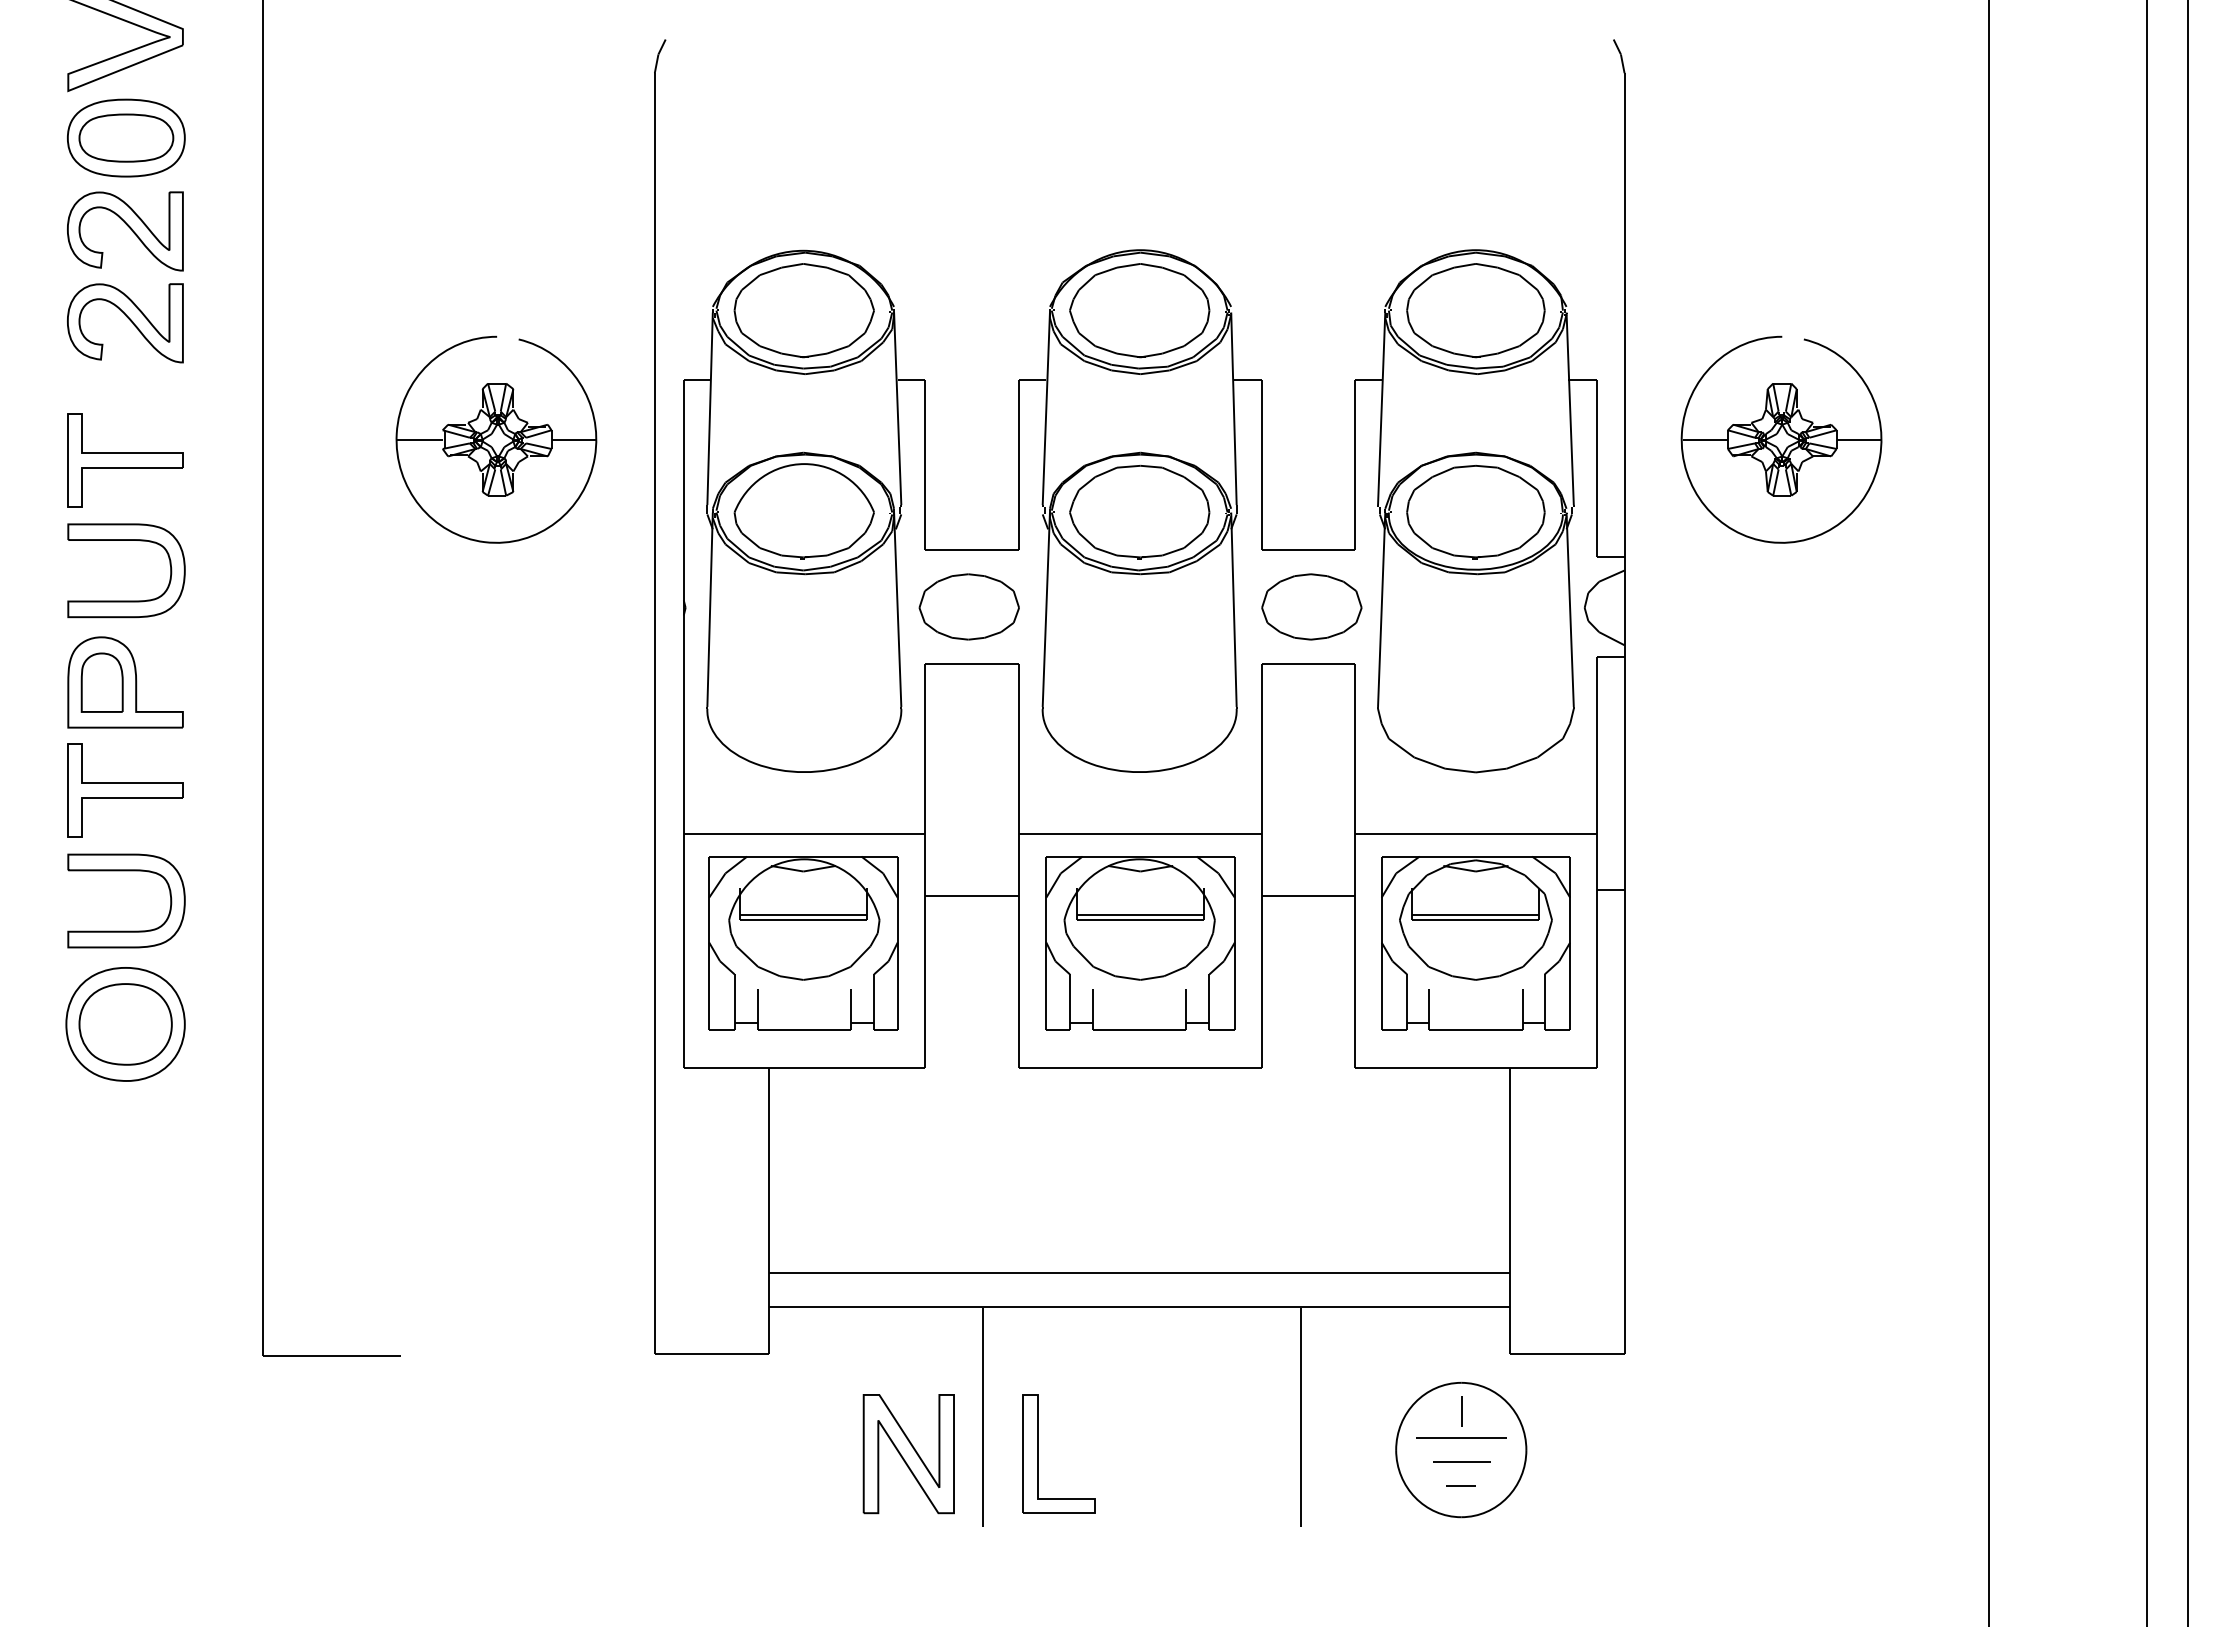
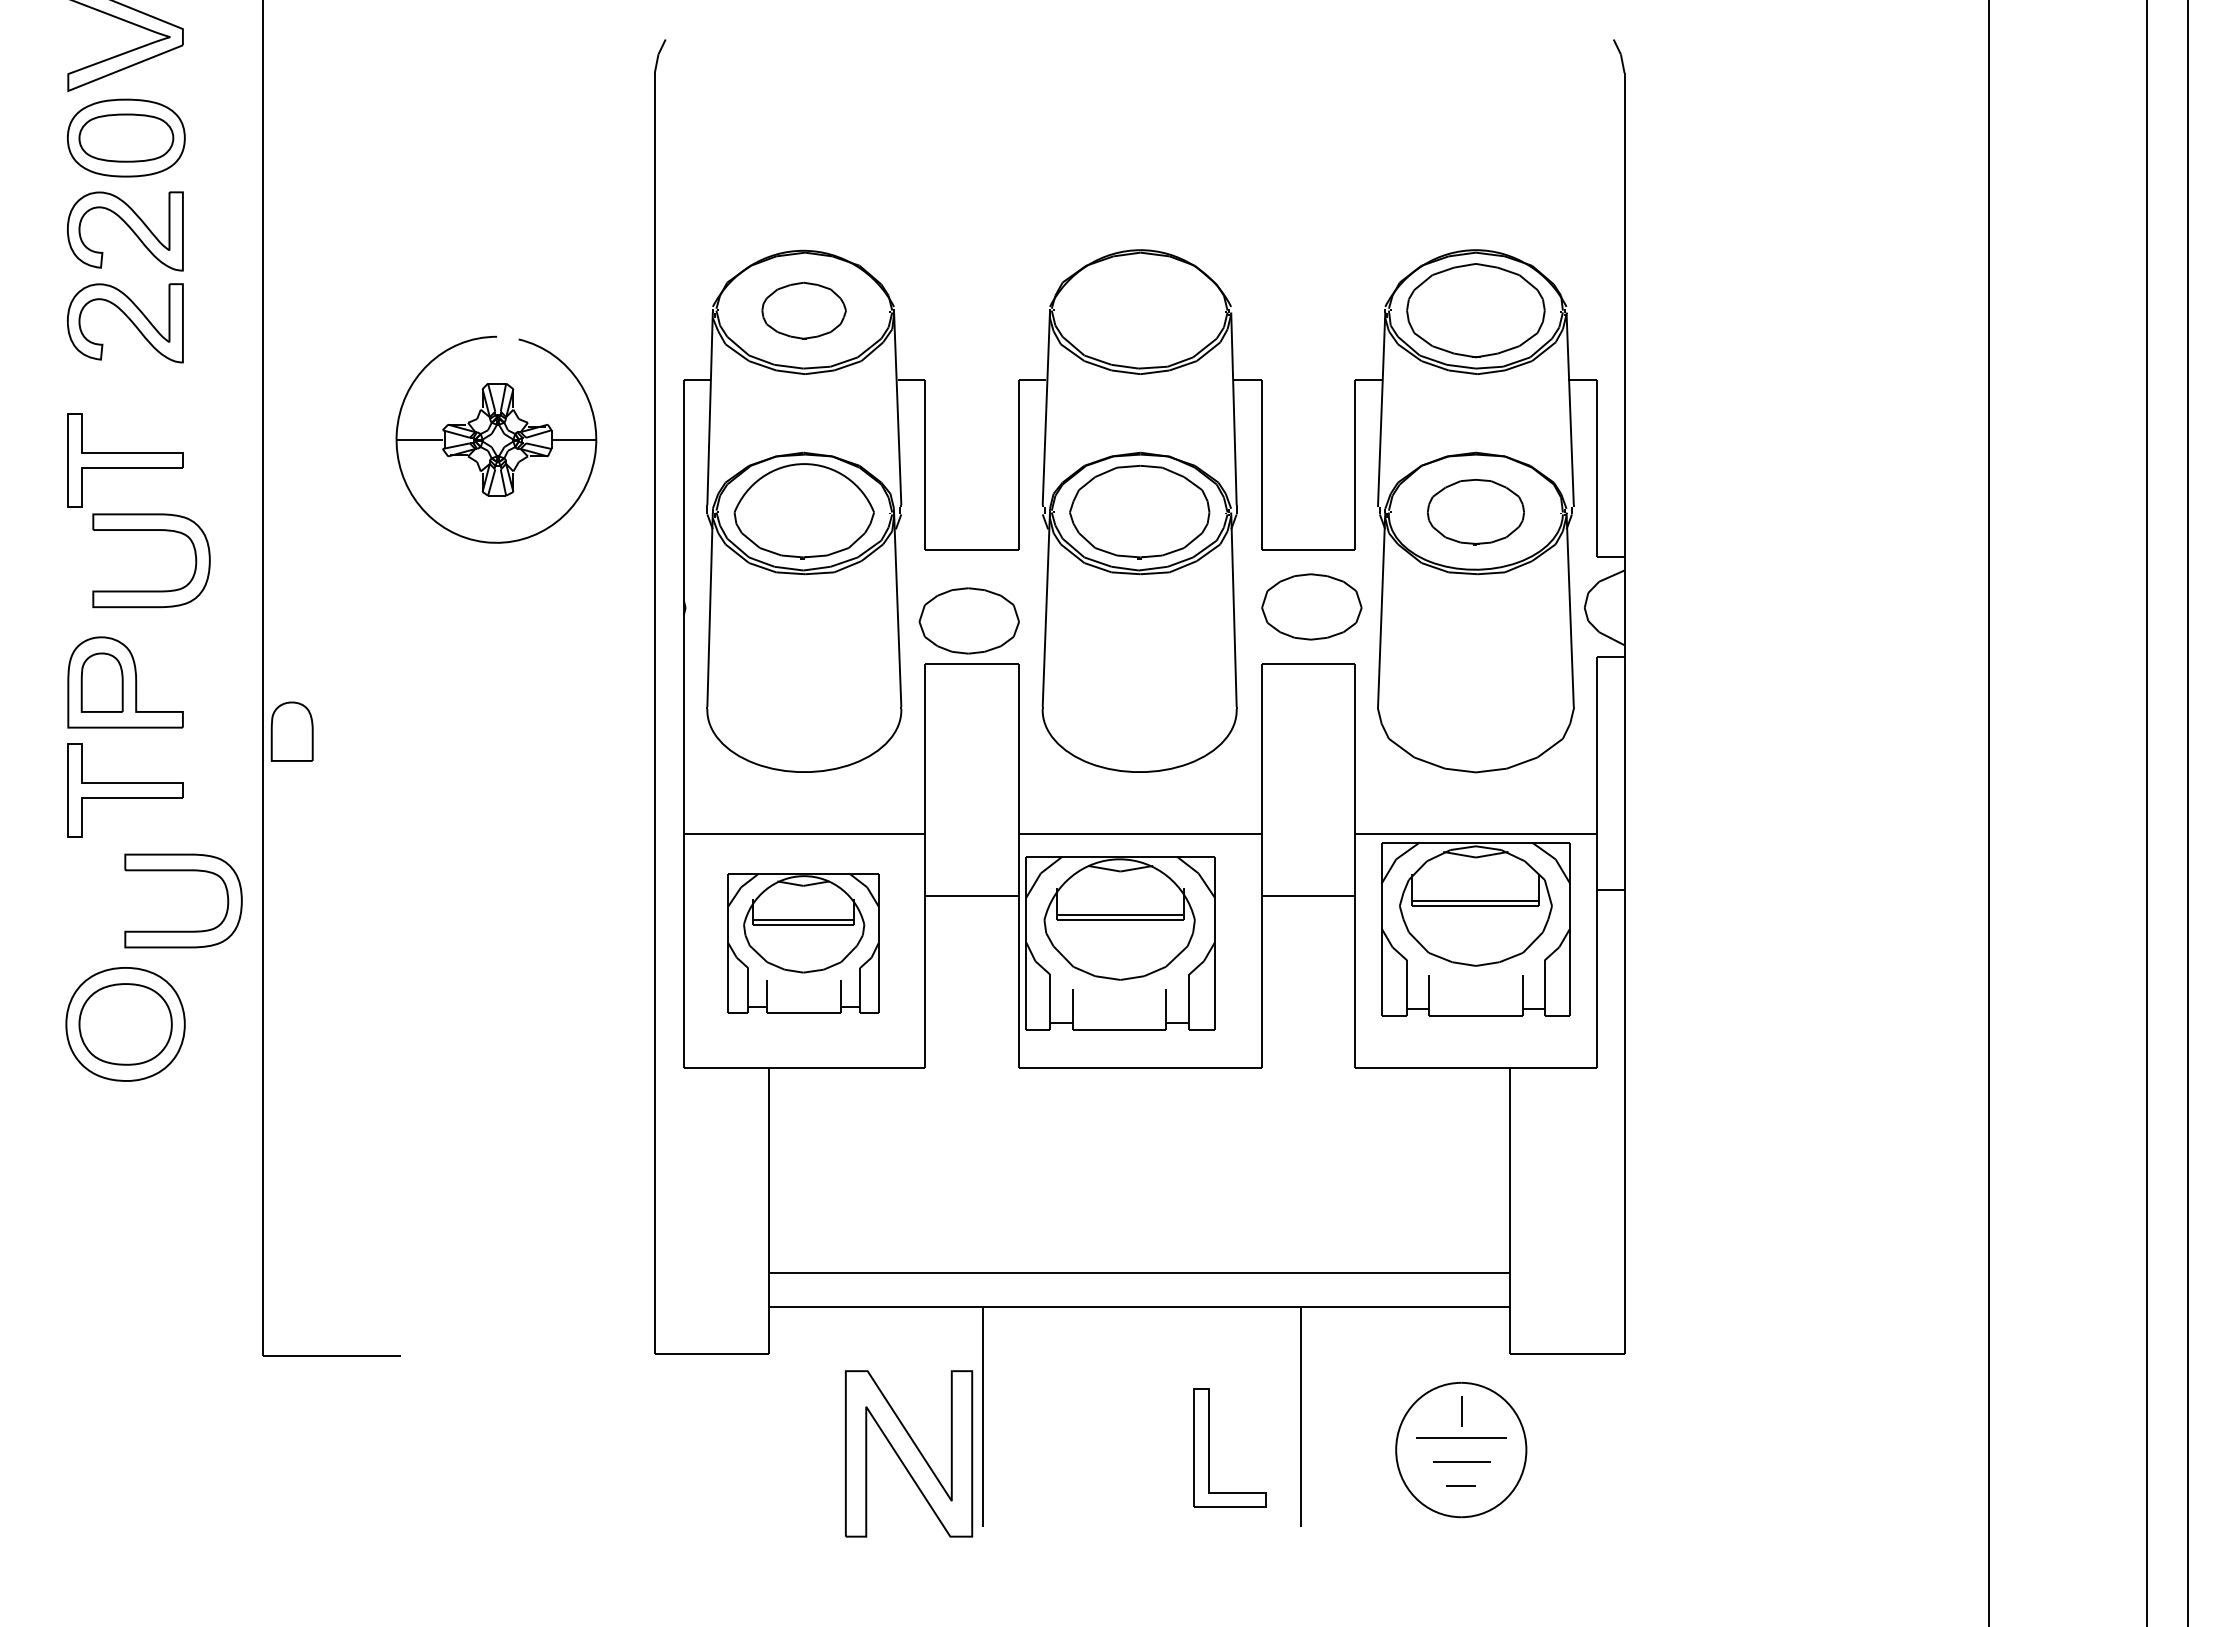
part at (803, 310) size: 142x96 px -> 86x59 px
part at (1139, 310): present -> none
part at (1781, 439): present -> none
part at (1475, 512) size: 140x95 px -> 99x67 px
part at (126, 540) position: (126, 540) -> (151, 530)
part at (968, 606) position: (968, 606) -> (968, 620)
part at (291, 731): none -> present
part at (126, 871) position: (126, 871) -> (183, 871)
part at (803, 943) size: 191x175 px -> 153x141 px
part at (1140, 943) position: (1140, 943) -> (1120, 943)
part at (1475, 943) position: (1475, 943) -> (1475, 929)
part at (1038, 1453) position: (1038, 1453) -> (1209, 1447)
part at (908, 1454) size: 93x121 px -> 129x168 px
